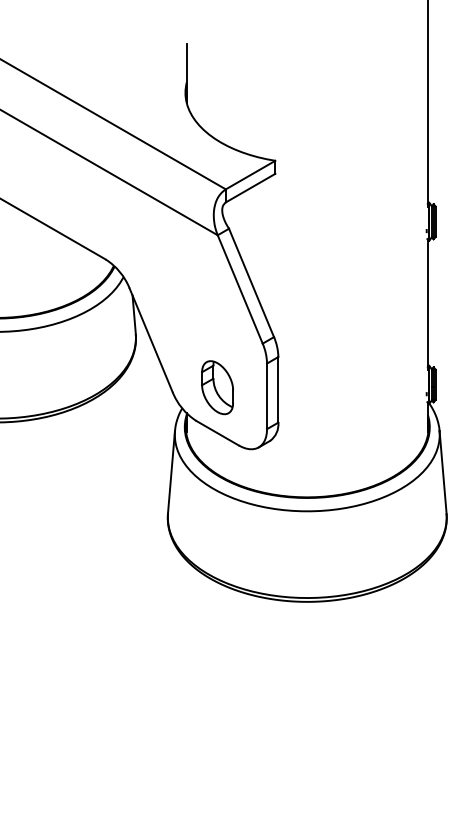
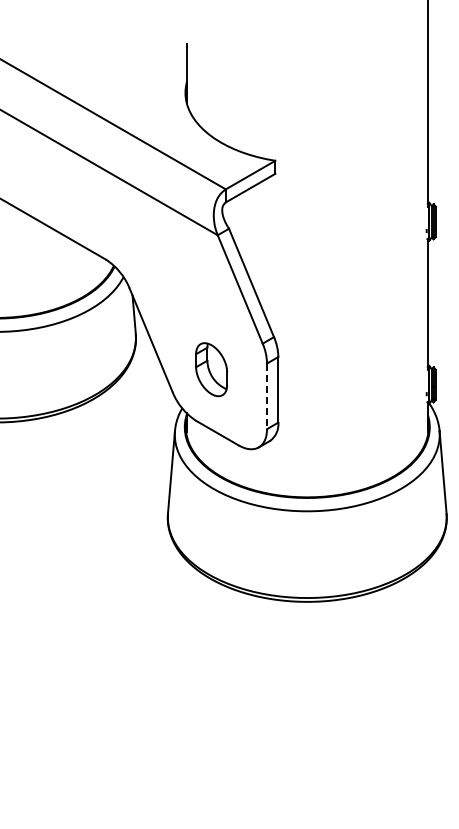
part at (217, 387) position: (217, 387) -> (211, 369)
line at (267, 396): solid -> dashed
